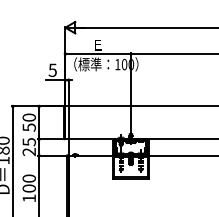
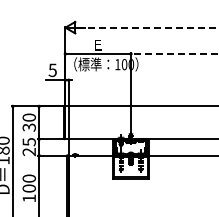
line at (147, 27): solid -> dashed
line at (174, 53): solid -> dashed
text at (28, 127): 50 -> 30
